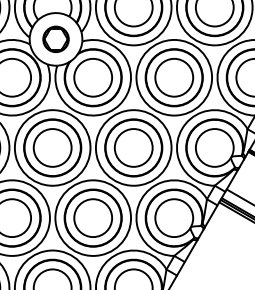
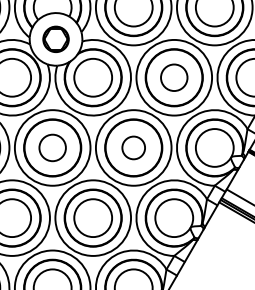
circle at (174, 77) diameter: 38 px -> 26 px
circle at (52, 147) diameter: 38 px -> 26 px
circle at (133, 147) diameter: 38 px -> 23 px
